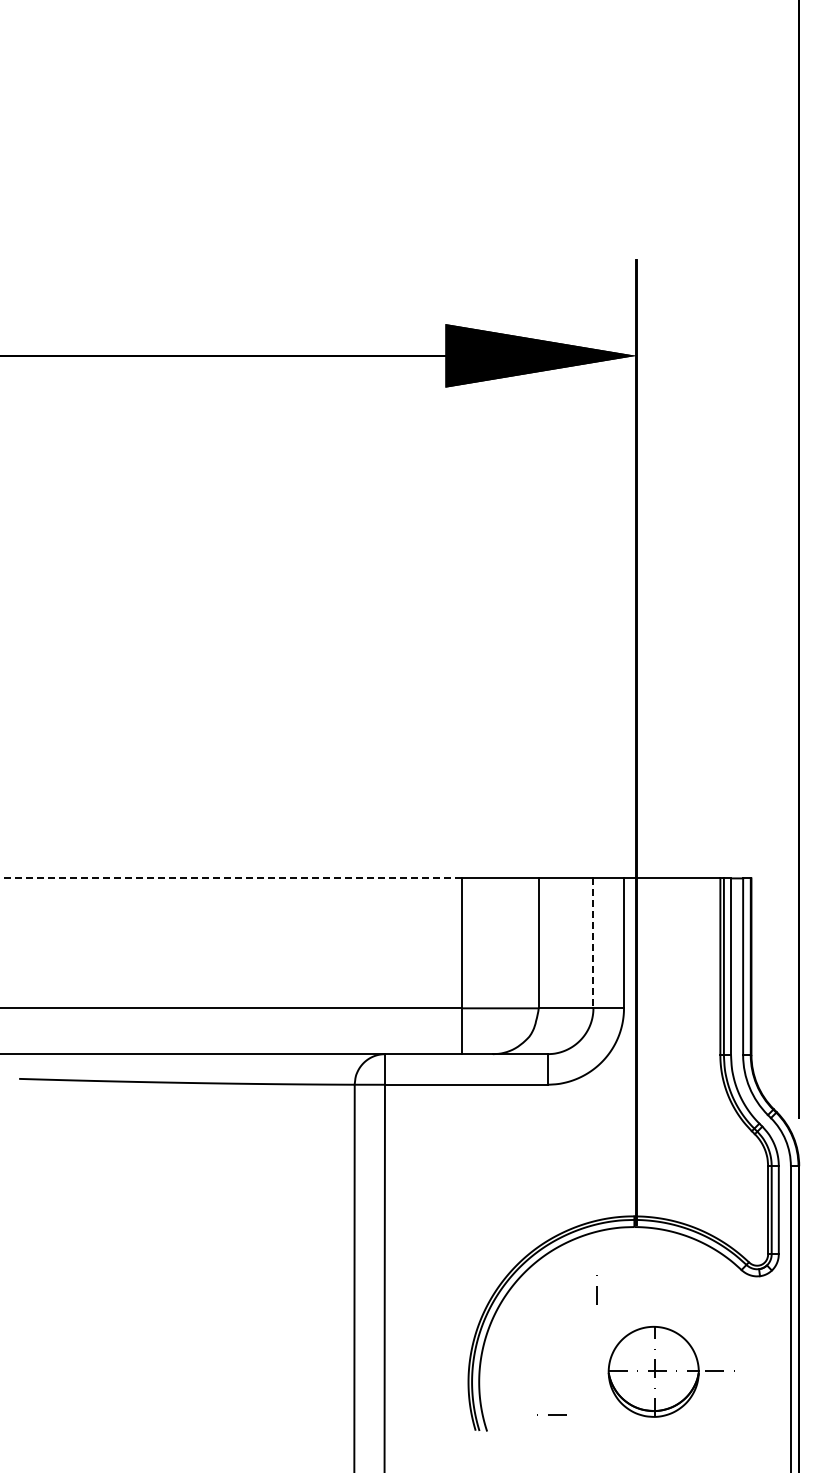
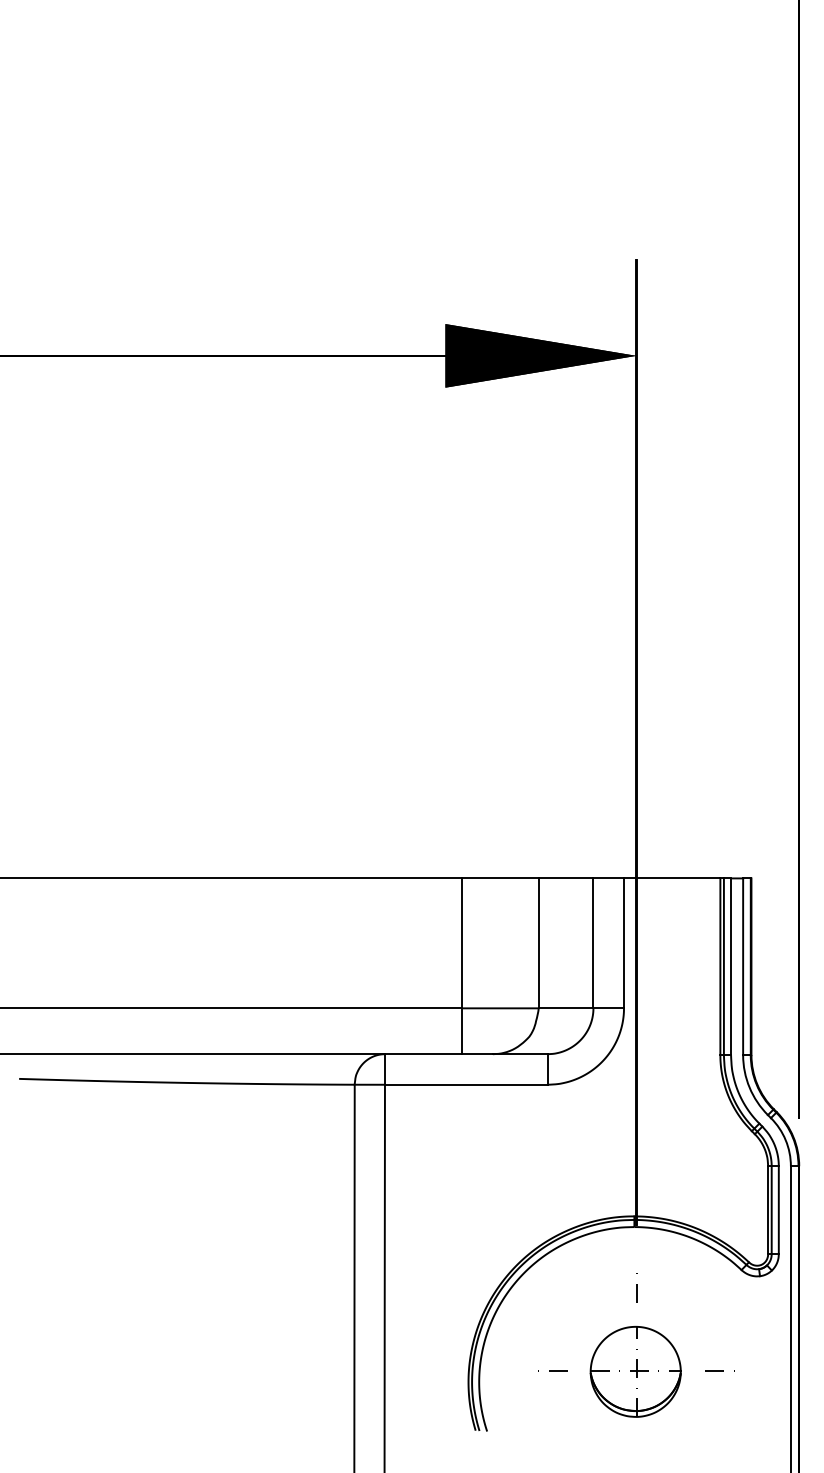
line at (231, 878): dashed -> solid
line at (593, 943): dashed -> solid
line at (596, 1289) position: (596, 1289) -> (636, 1287)
part at (653, 1371) position: (653, 1371) -> (635, 1371)
line at (551, 1414) position: (551, 1414) -> (552, 1370)
